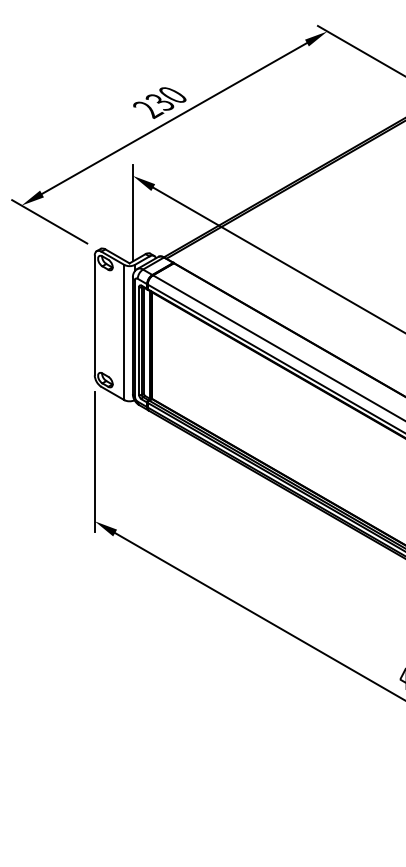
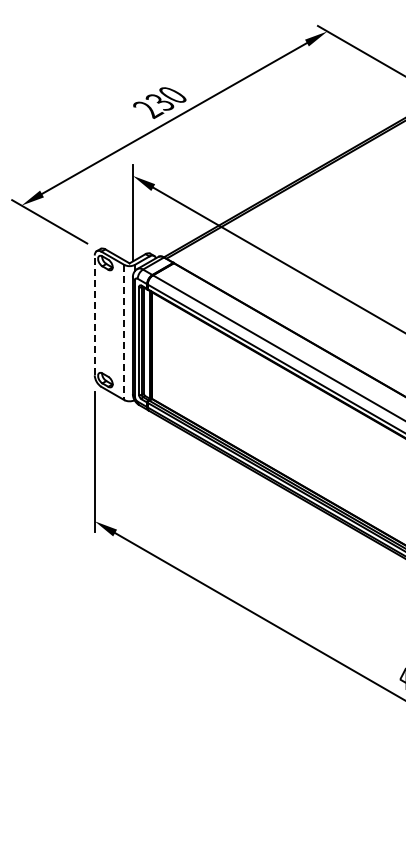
line at (94, 315): solid -> dashed
line at (124, 332): solid -> dashed
